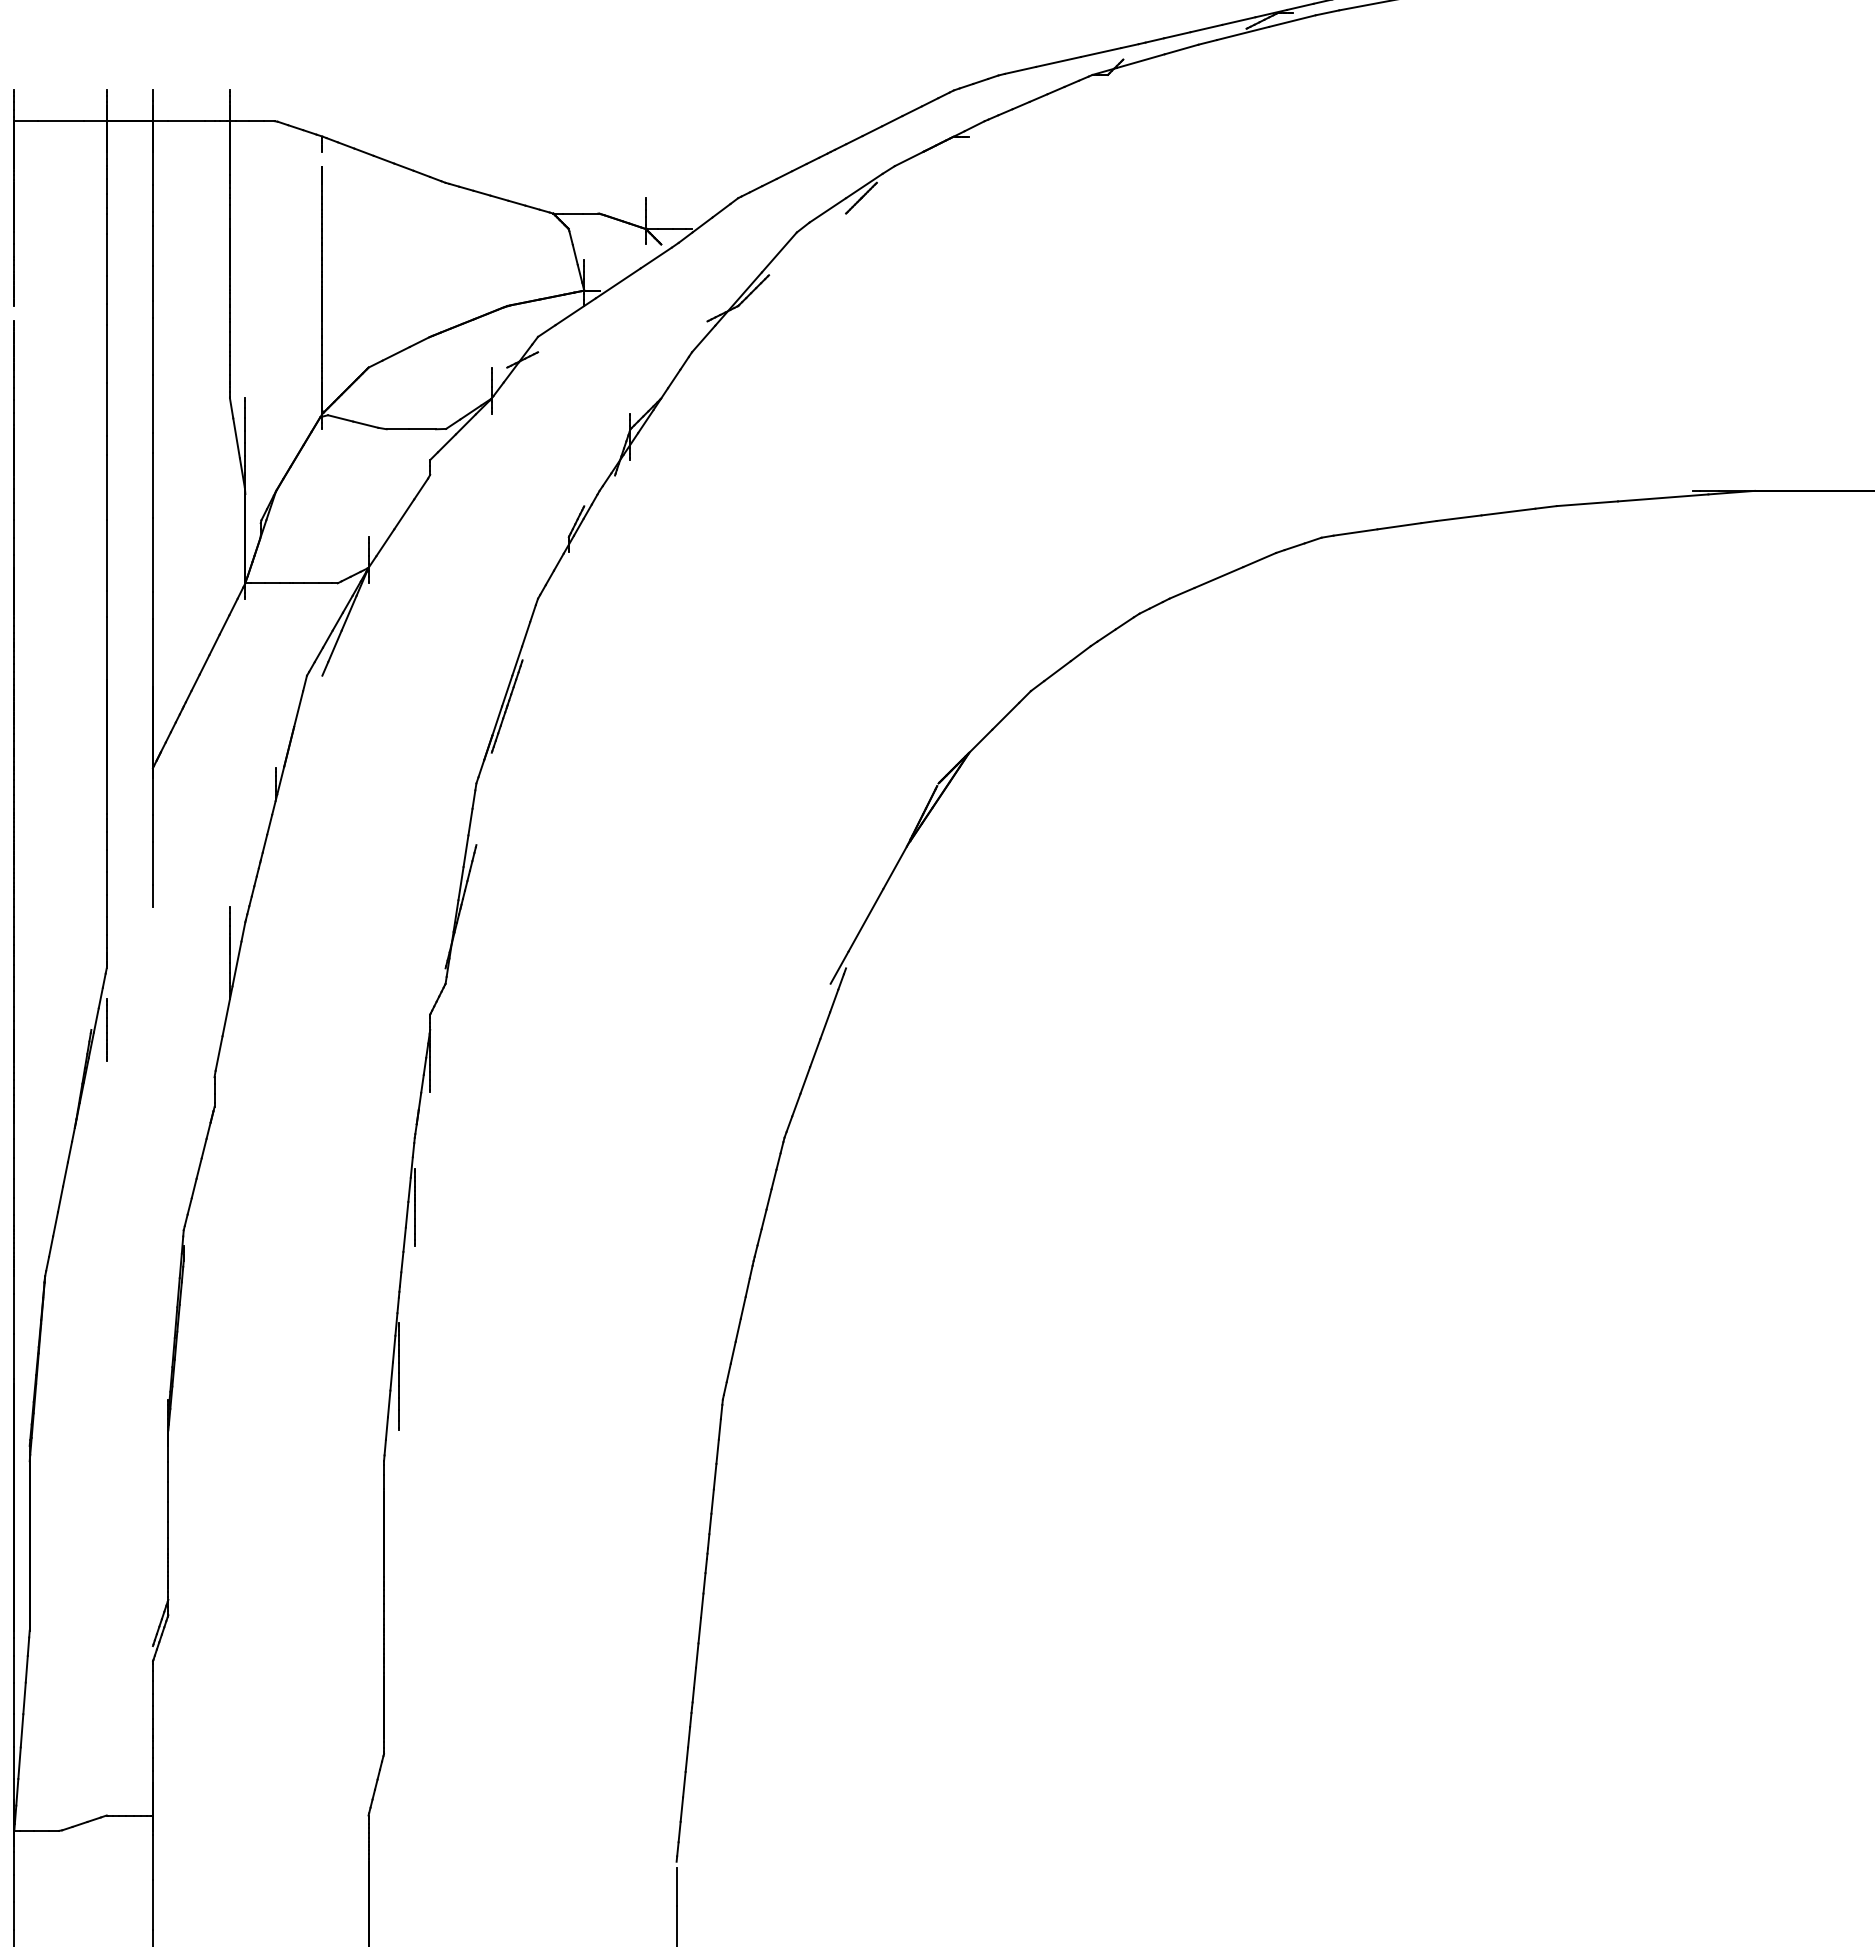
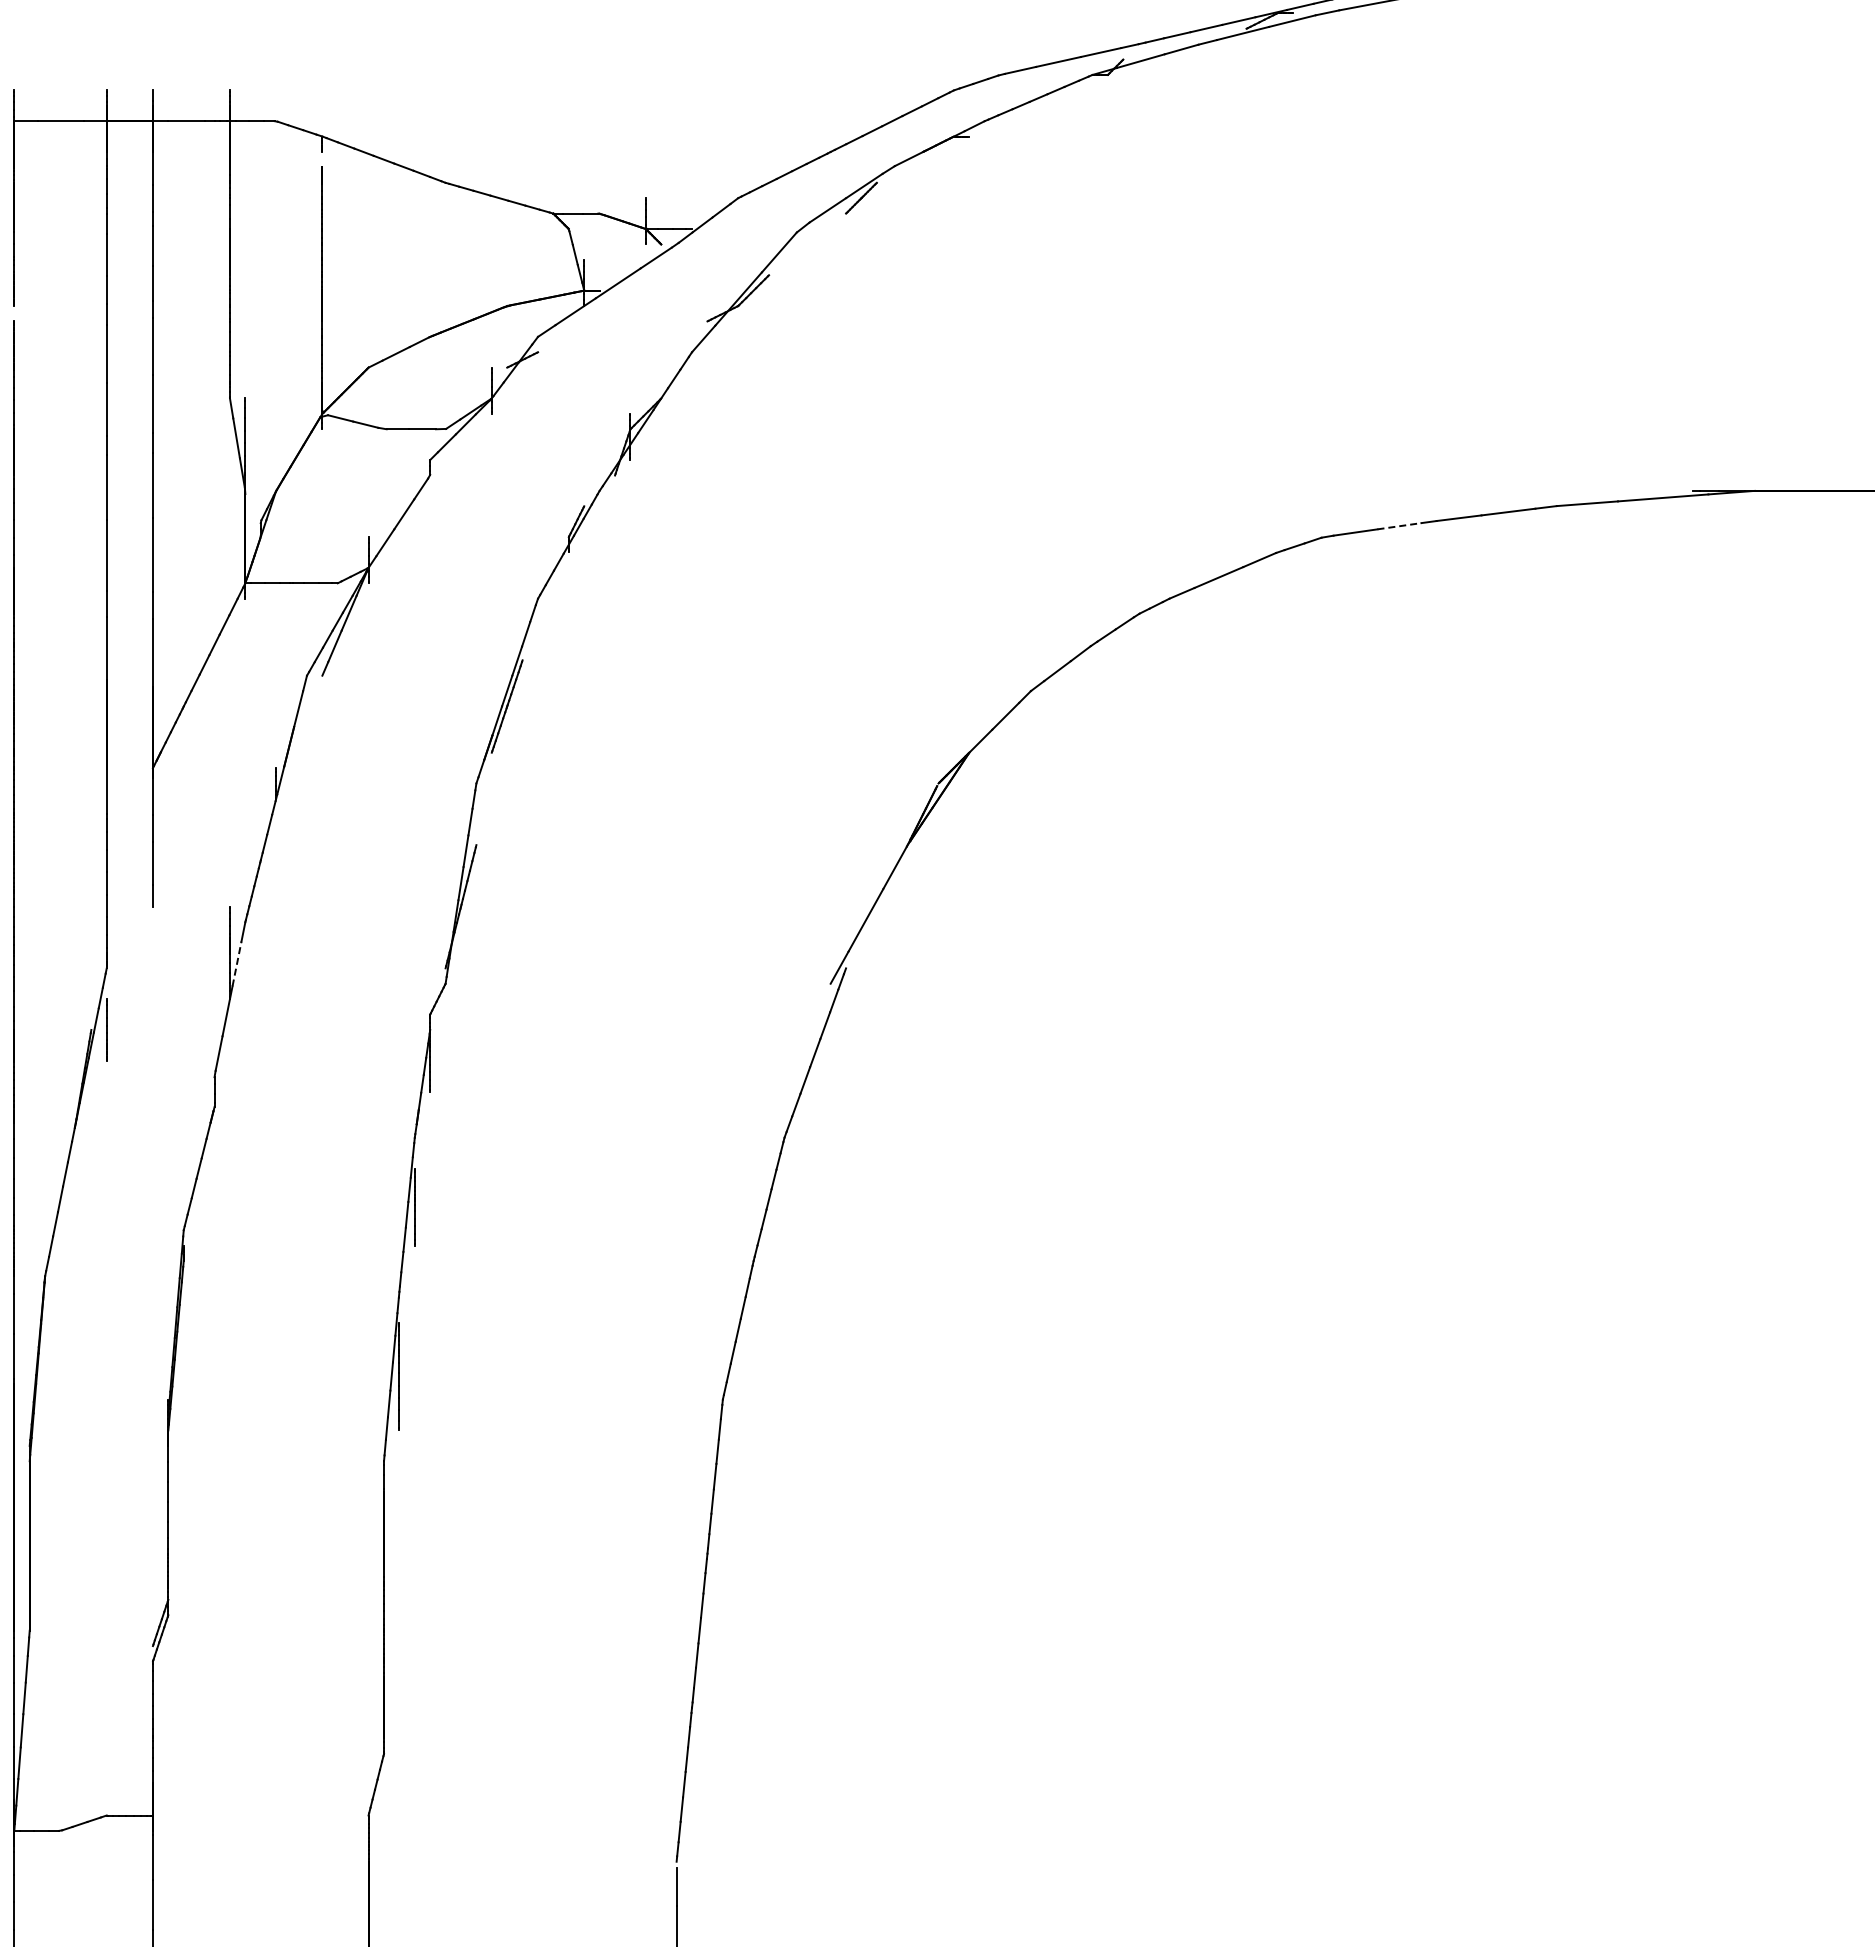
line at (1399, 526): solid -> dashed
line at (237, 963): solid -> dashed
